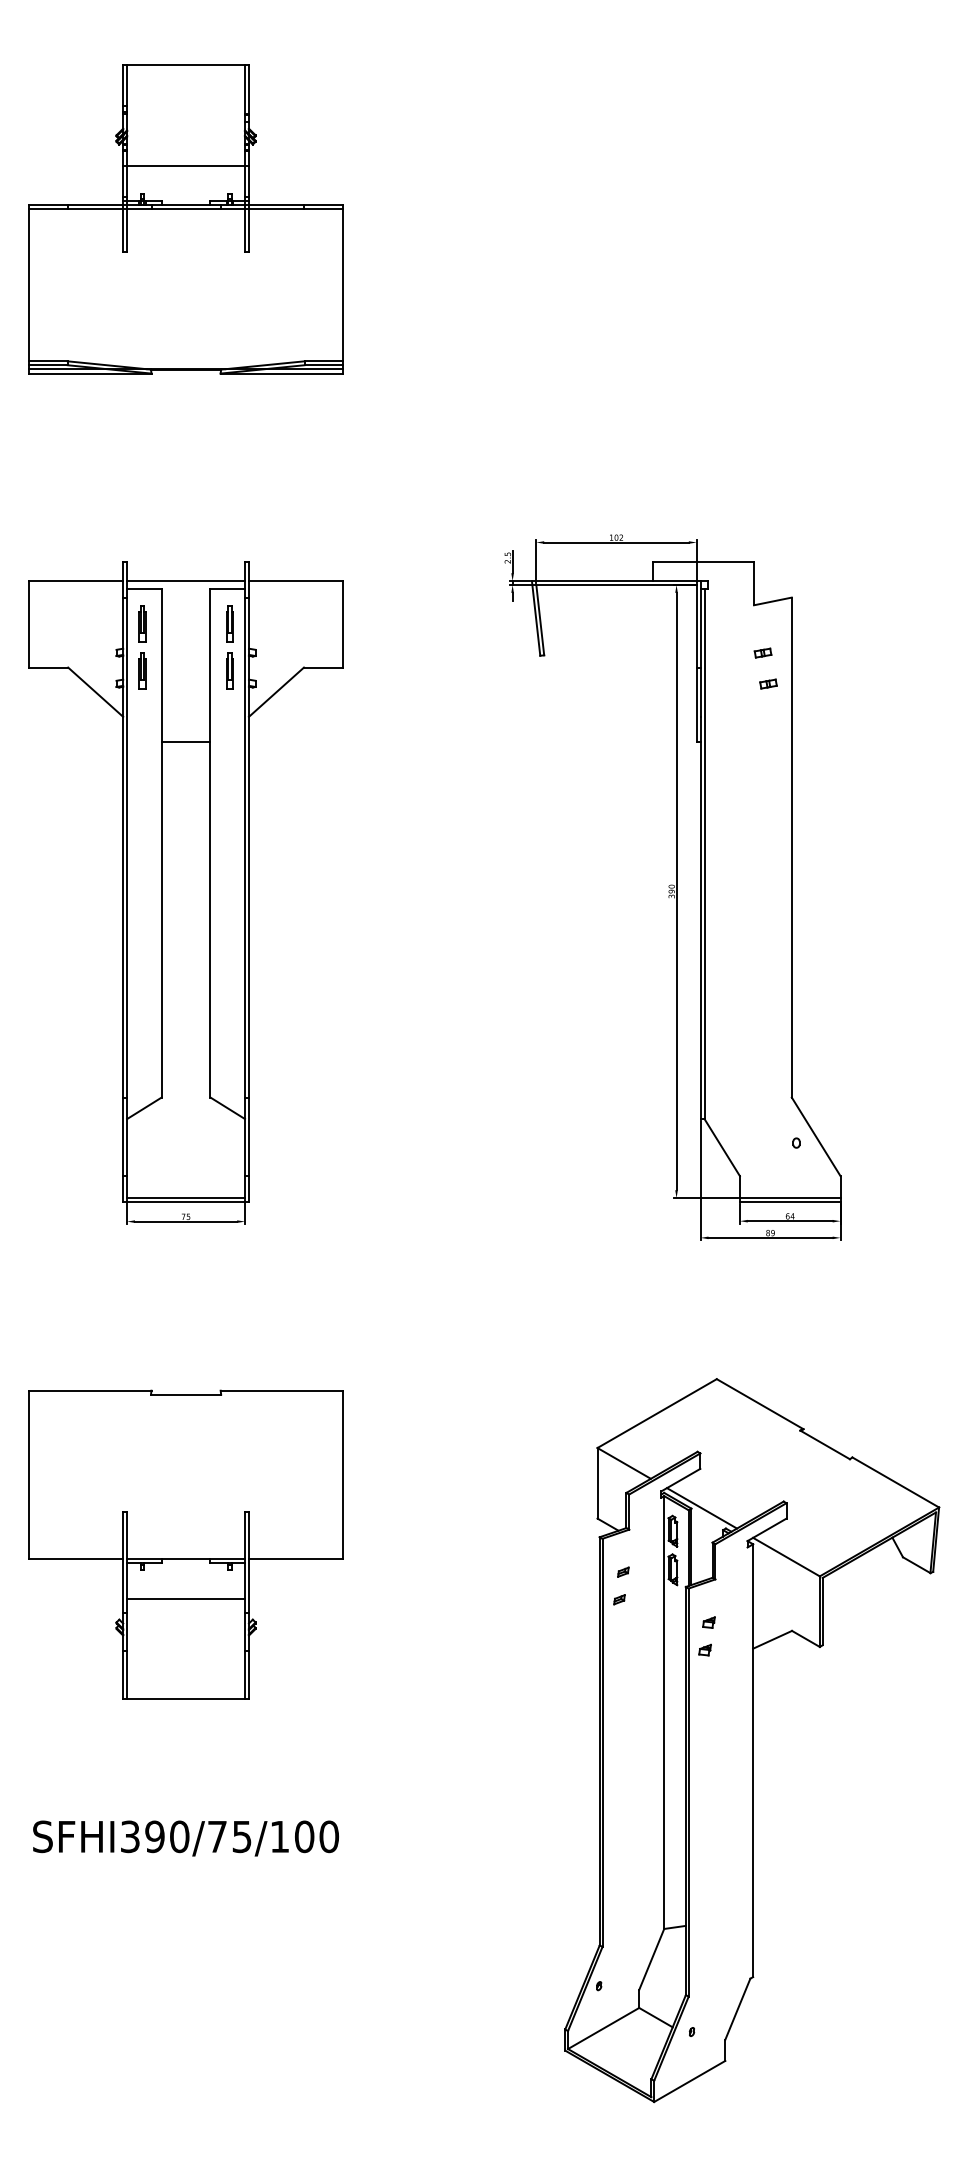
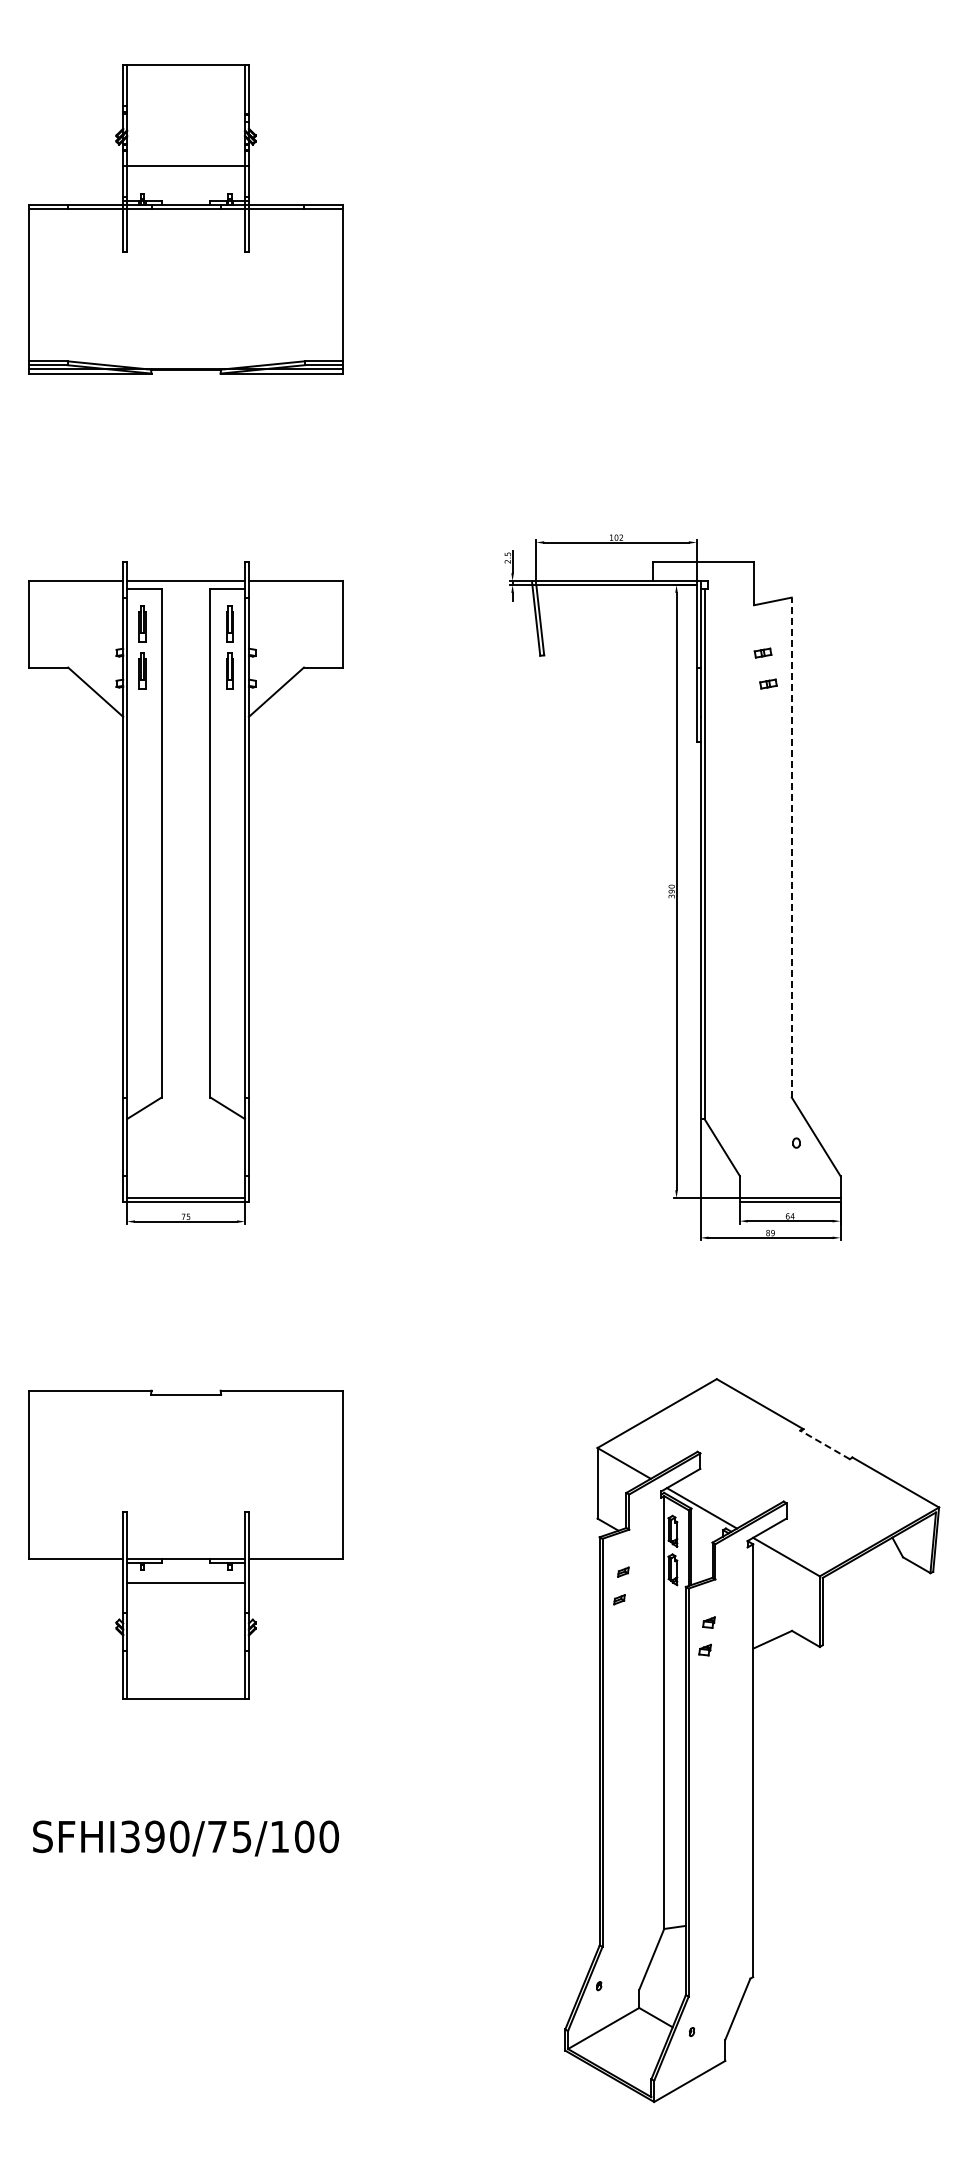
line at (185, 742): present -> none
line at (791, 847): solid -> dashed
line at (825, 1444): solid -> dashed
line at (186, 1598) position: (186, 1598) -> (186, 1582)
